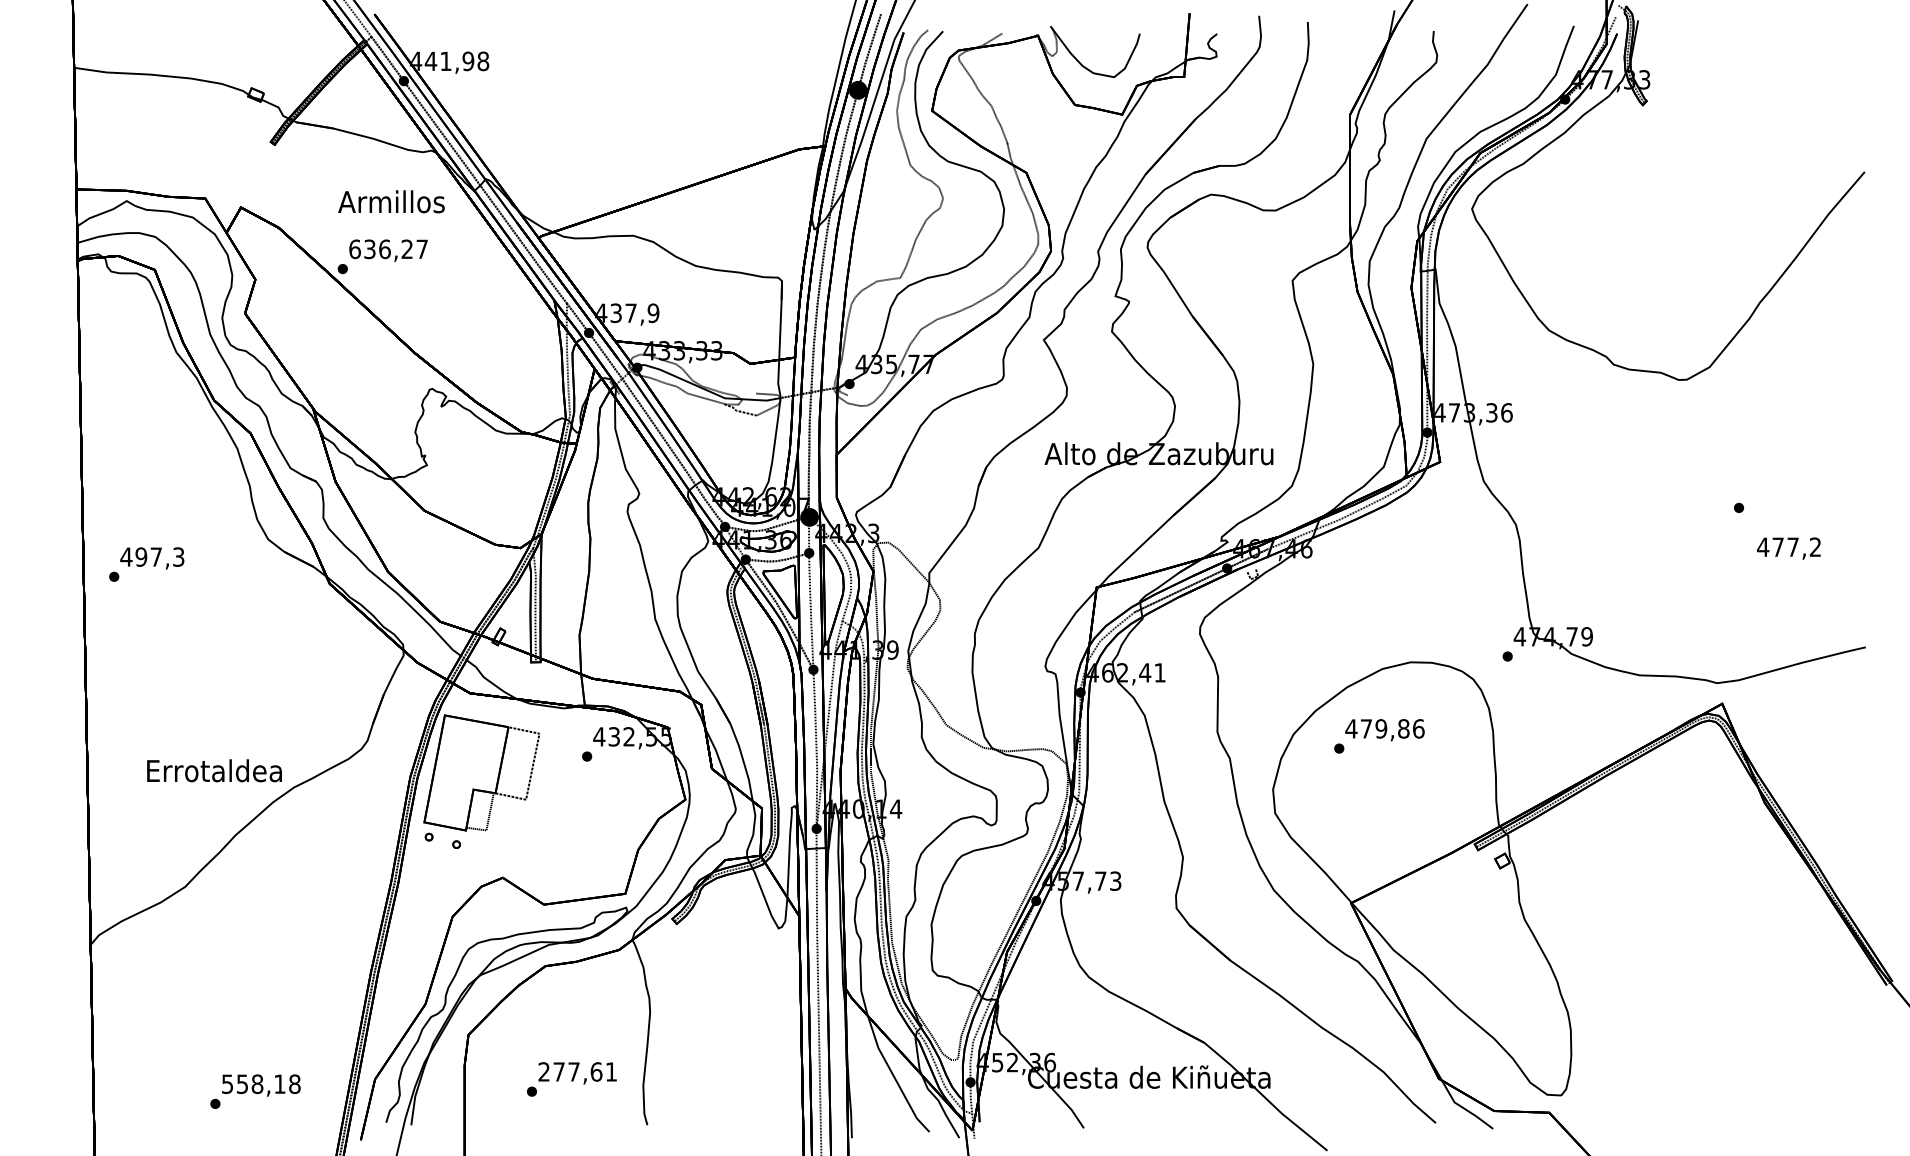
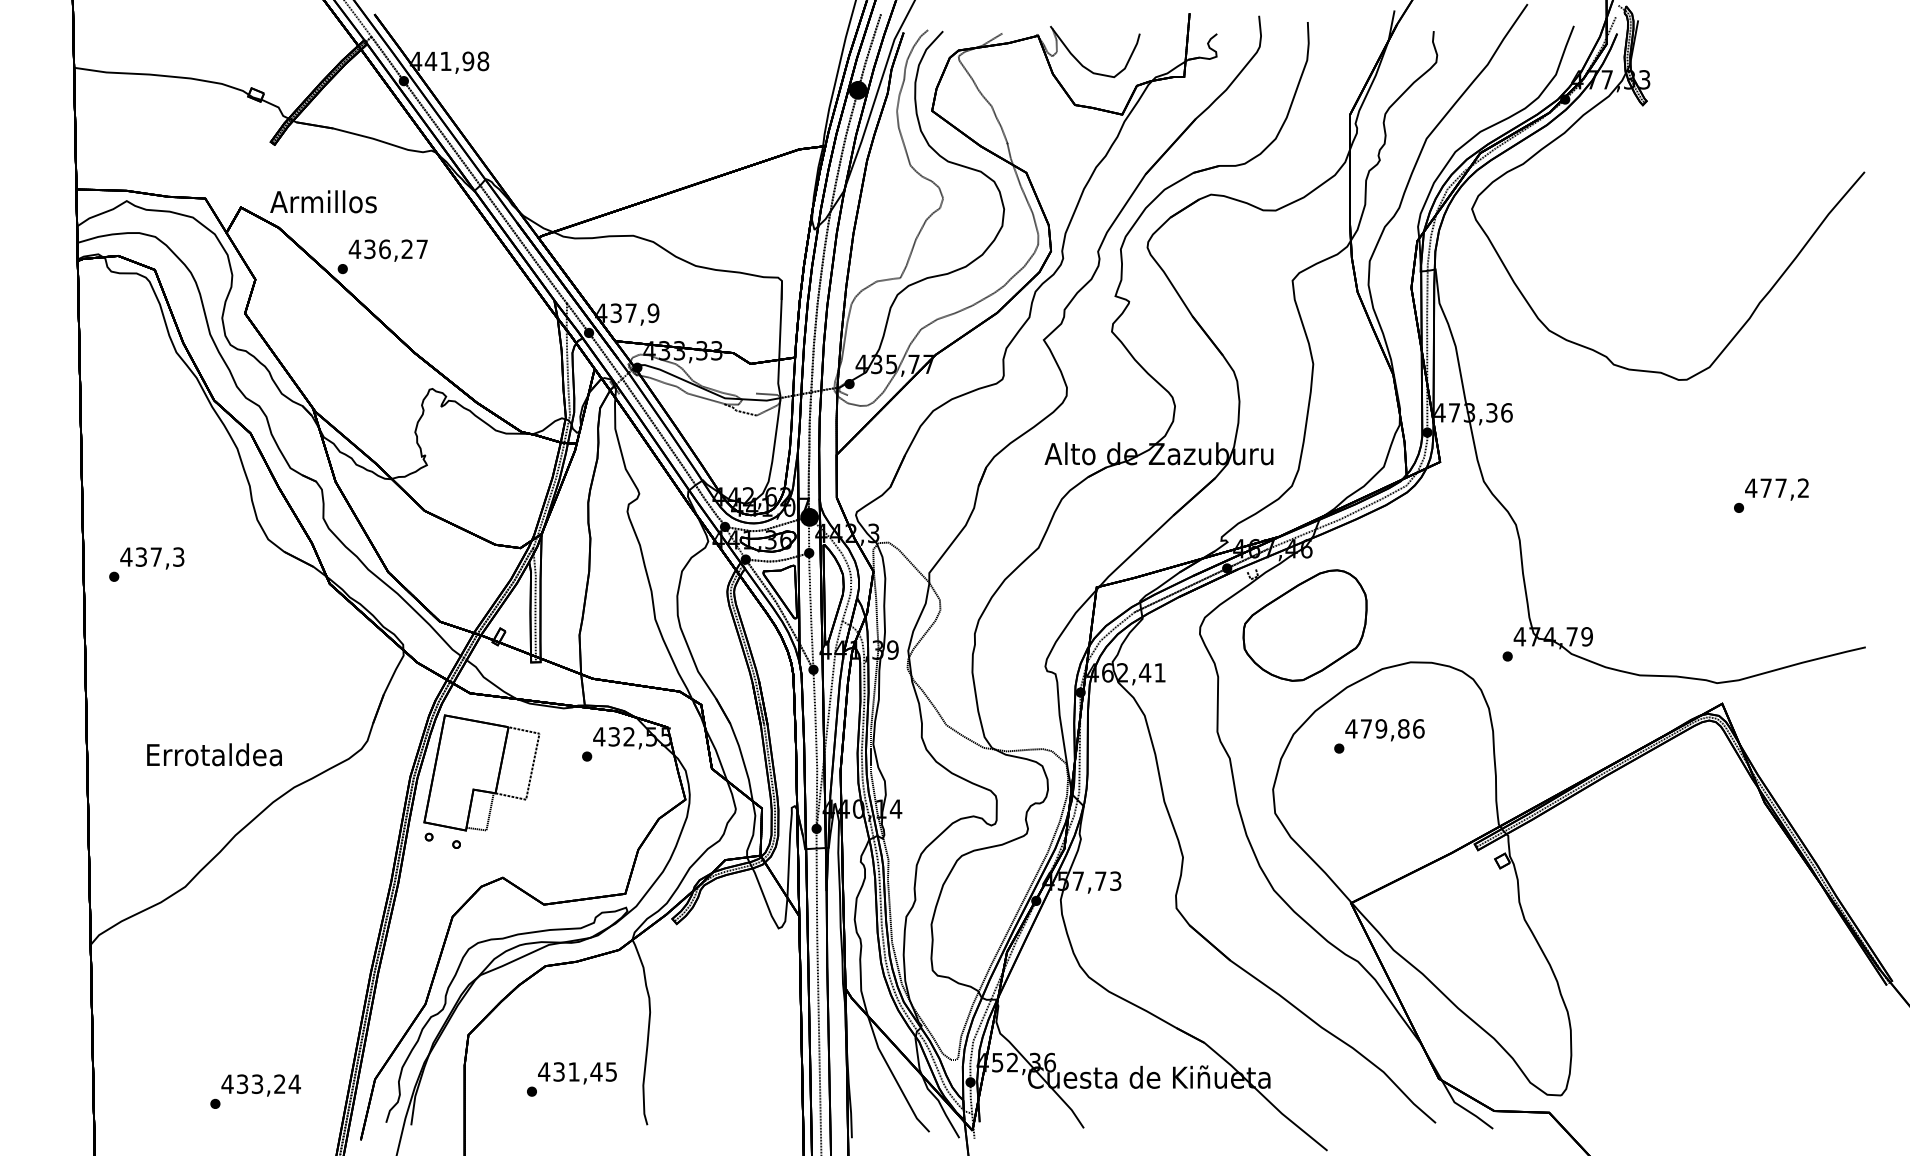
text at (391, 201) position: (391, 201) -> (323, 201)
text at (354, 249): 636,27 -> 436,27
text at (1788, 548) position: (1788, 548) -> (1776, 489)
text at (141, 556): 497,3 -> 437,3
part at (1304, 625): none -> present
text at (214, 770) position: (214, 770) -> (214, 754)
text at (577, 1071): 277,61 -> 431,45
text at (261, 1084): 558,18 -> 433,24
